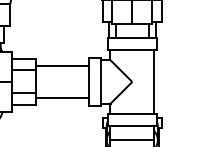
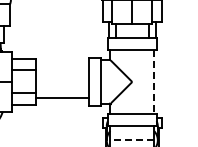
line at (61, 65): present -> none
line at (154, 81): solid -> dashed
line at (132, 140): solid -> dashed
